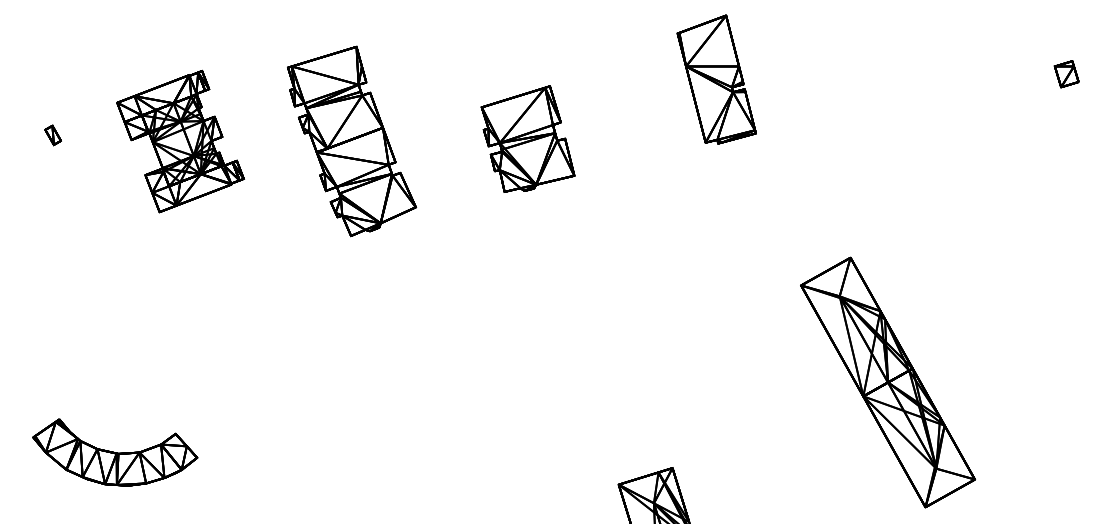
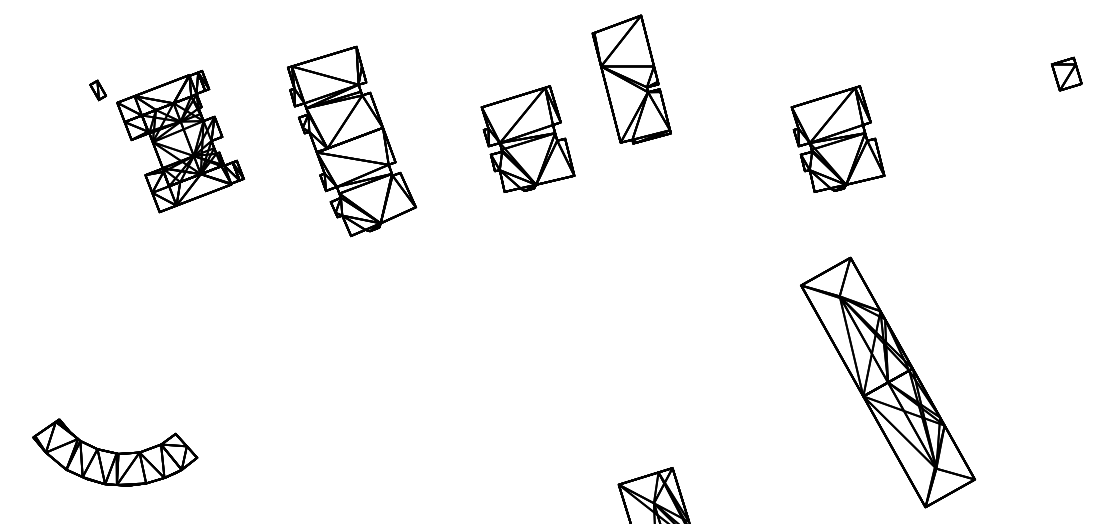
part at (1066, 74) size: 27x29 px -> 33x36 px
part at (716, 79) position: (716, 79) -> (631, 79)
part at (52, 135) position: (52, 135) -> (97, 90)
part at (837, 138): none -> present
